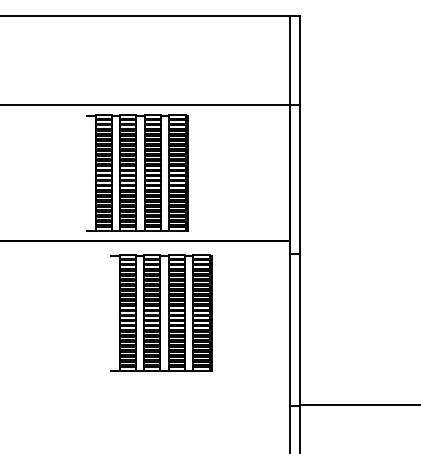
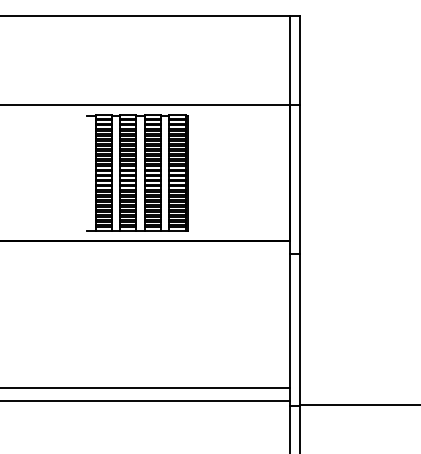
part at (161, 312): present -> none
line at (145, 387): none -> present
line at (145, 401): none -> present
